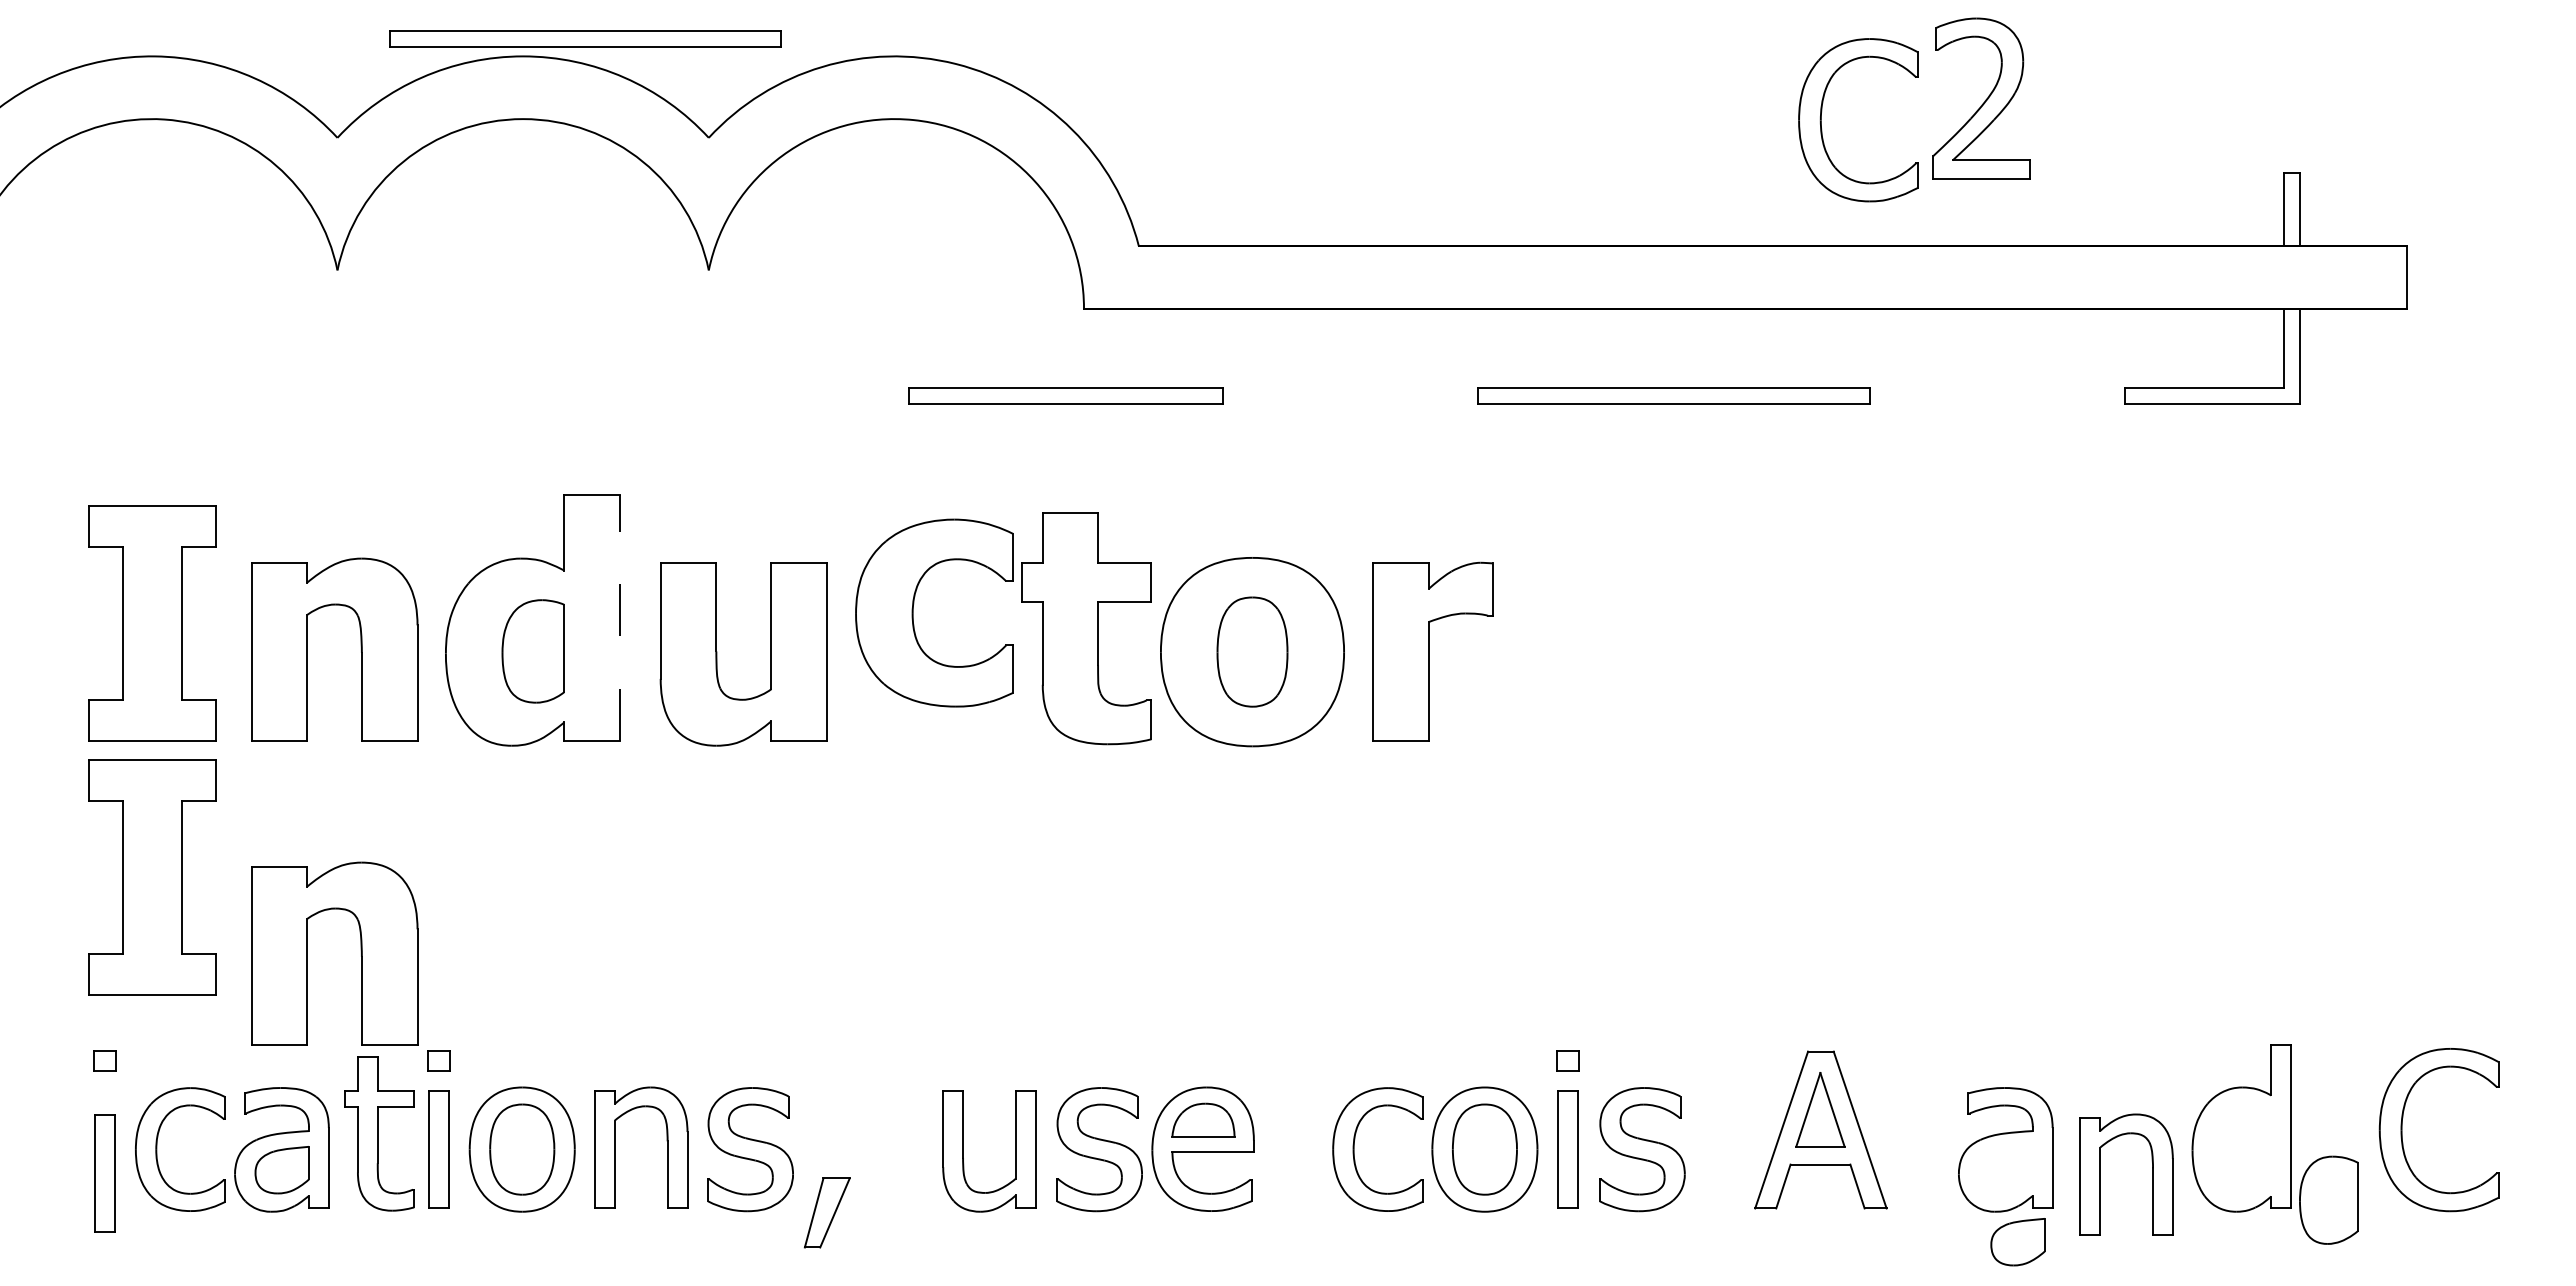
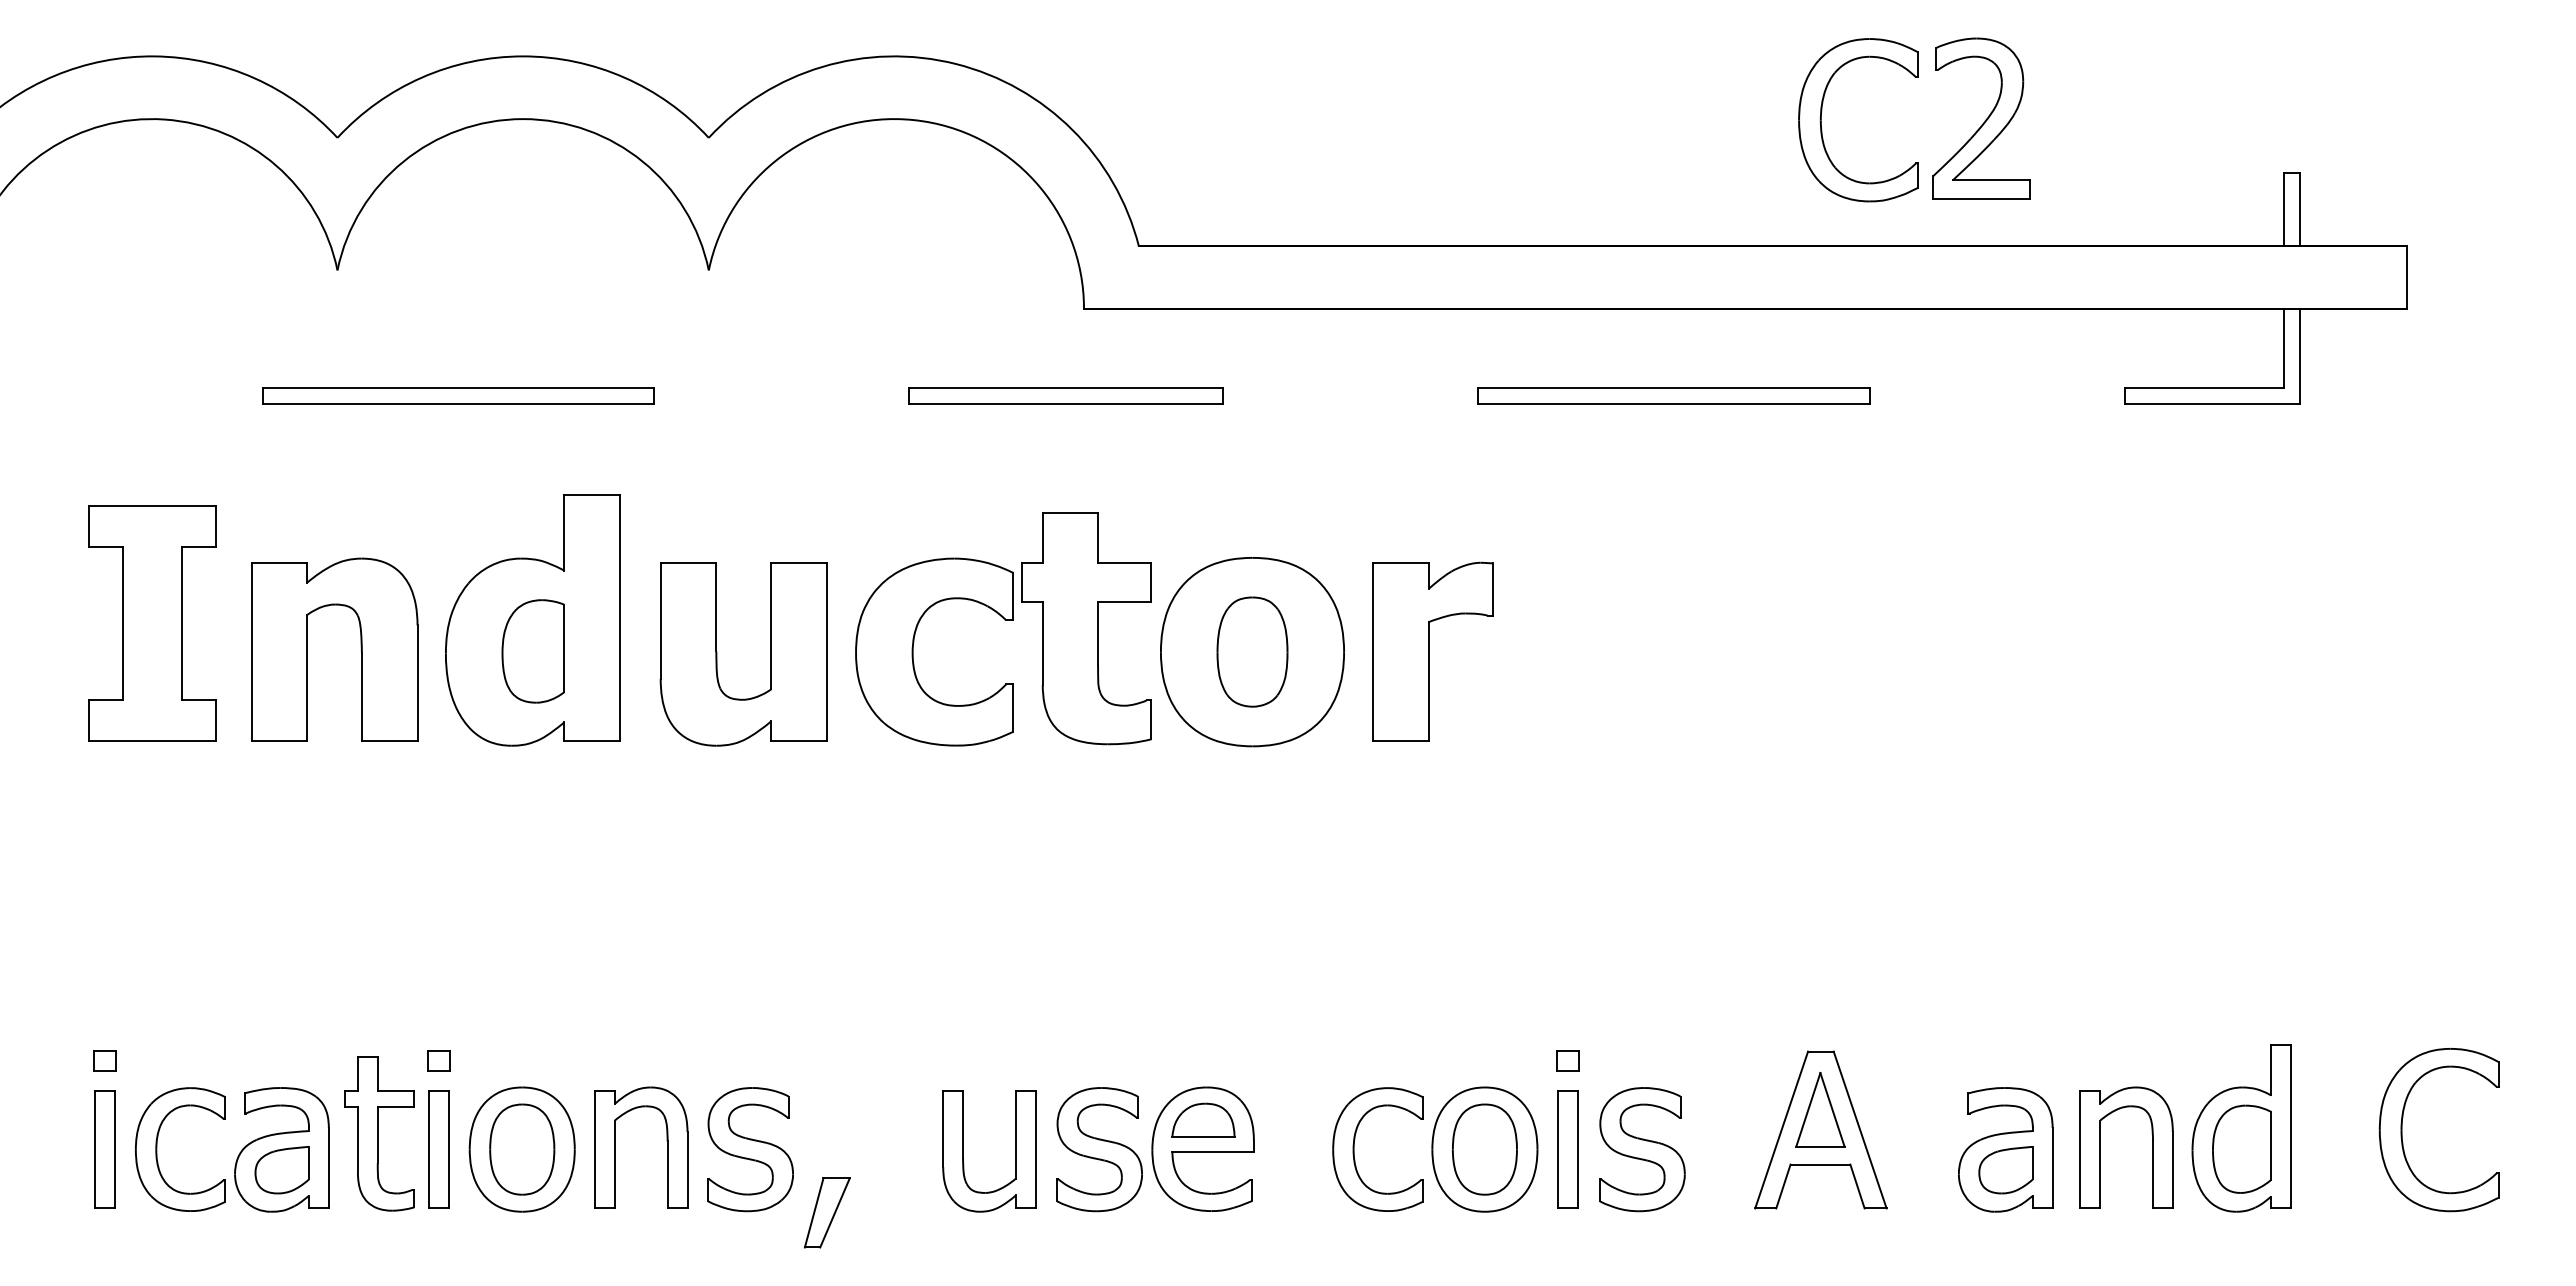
part at (585, 38) position: (585, 38) -> (458, 395)
part at (1981, 98) position: (1981, 98) -> (1981, 118)
part at (913, 612) position: (913, 612) -> (913, 651)
line at (619, 617): dashed -> solid
part at (152, 877): present -> none
part at (360, 951): present -> none
part at (104, 1173) position: (104, 1173) -> (104, 1149)
part at (2100, 1174) position: (2100, 1174) -> (2100, 1147)
part at (2328, 1199) position: (2328, 1199) -> (2241, 1148)
part at (2017, 1242) position: (2017, 1242) -> (2005, 1170)
